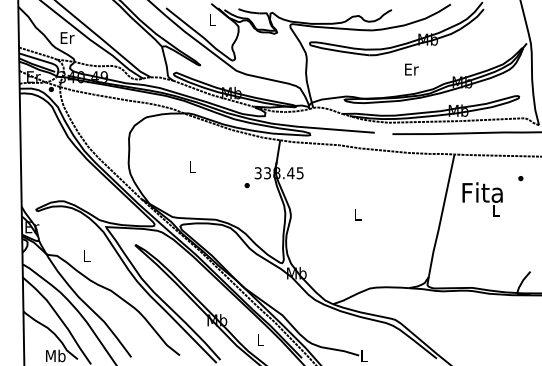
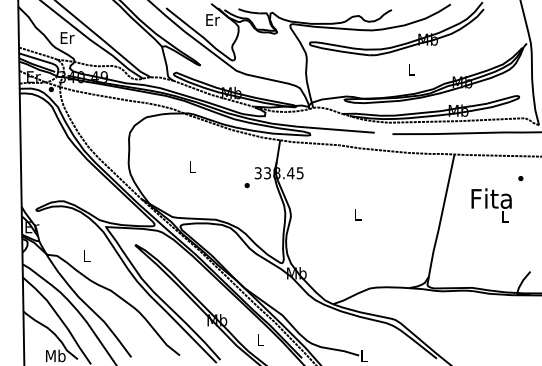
text at (213, 19): L -> Er
text at (411, 69): Er -> L
text at (482, 199) position: (482, 199) -> (491, 205)
